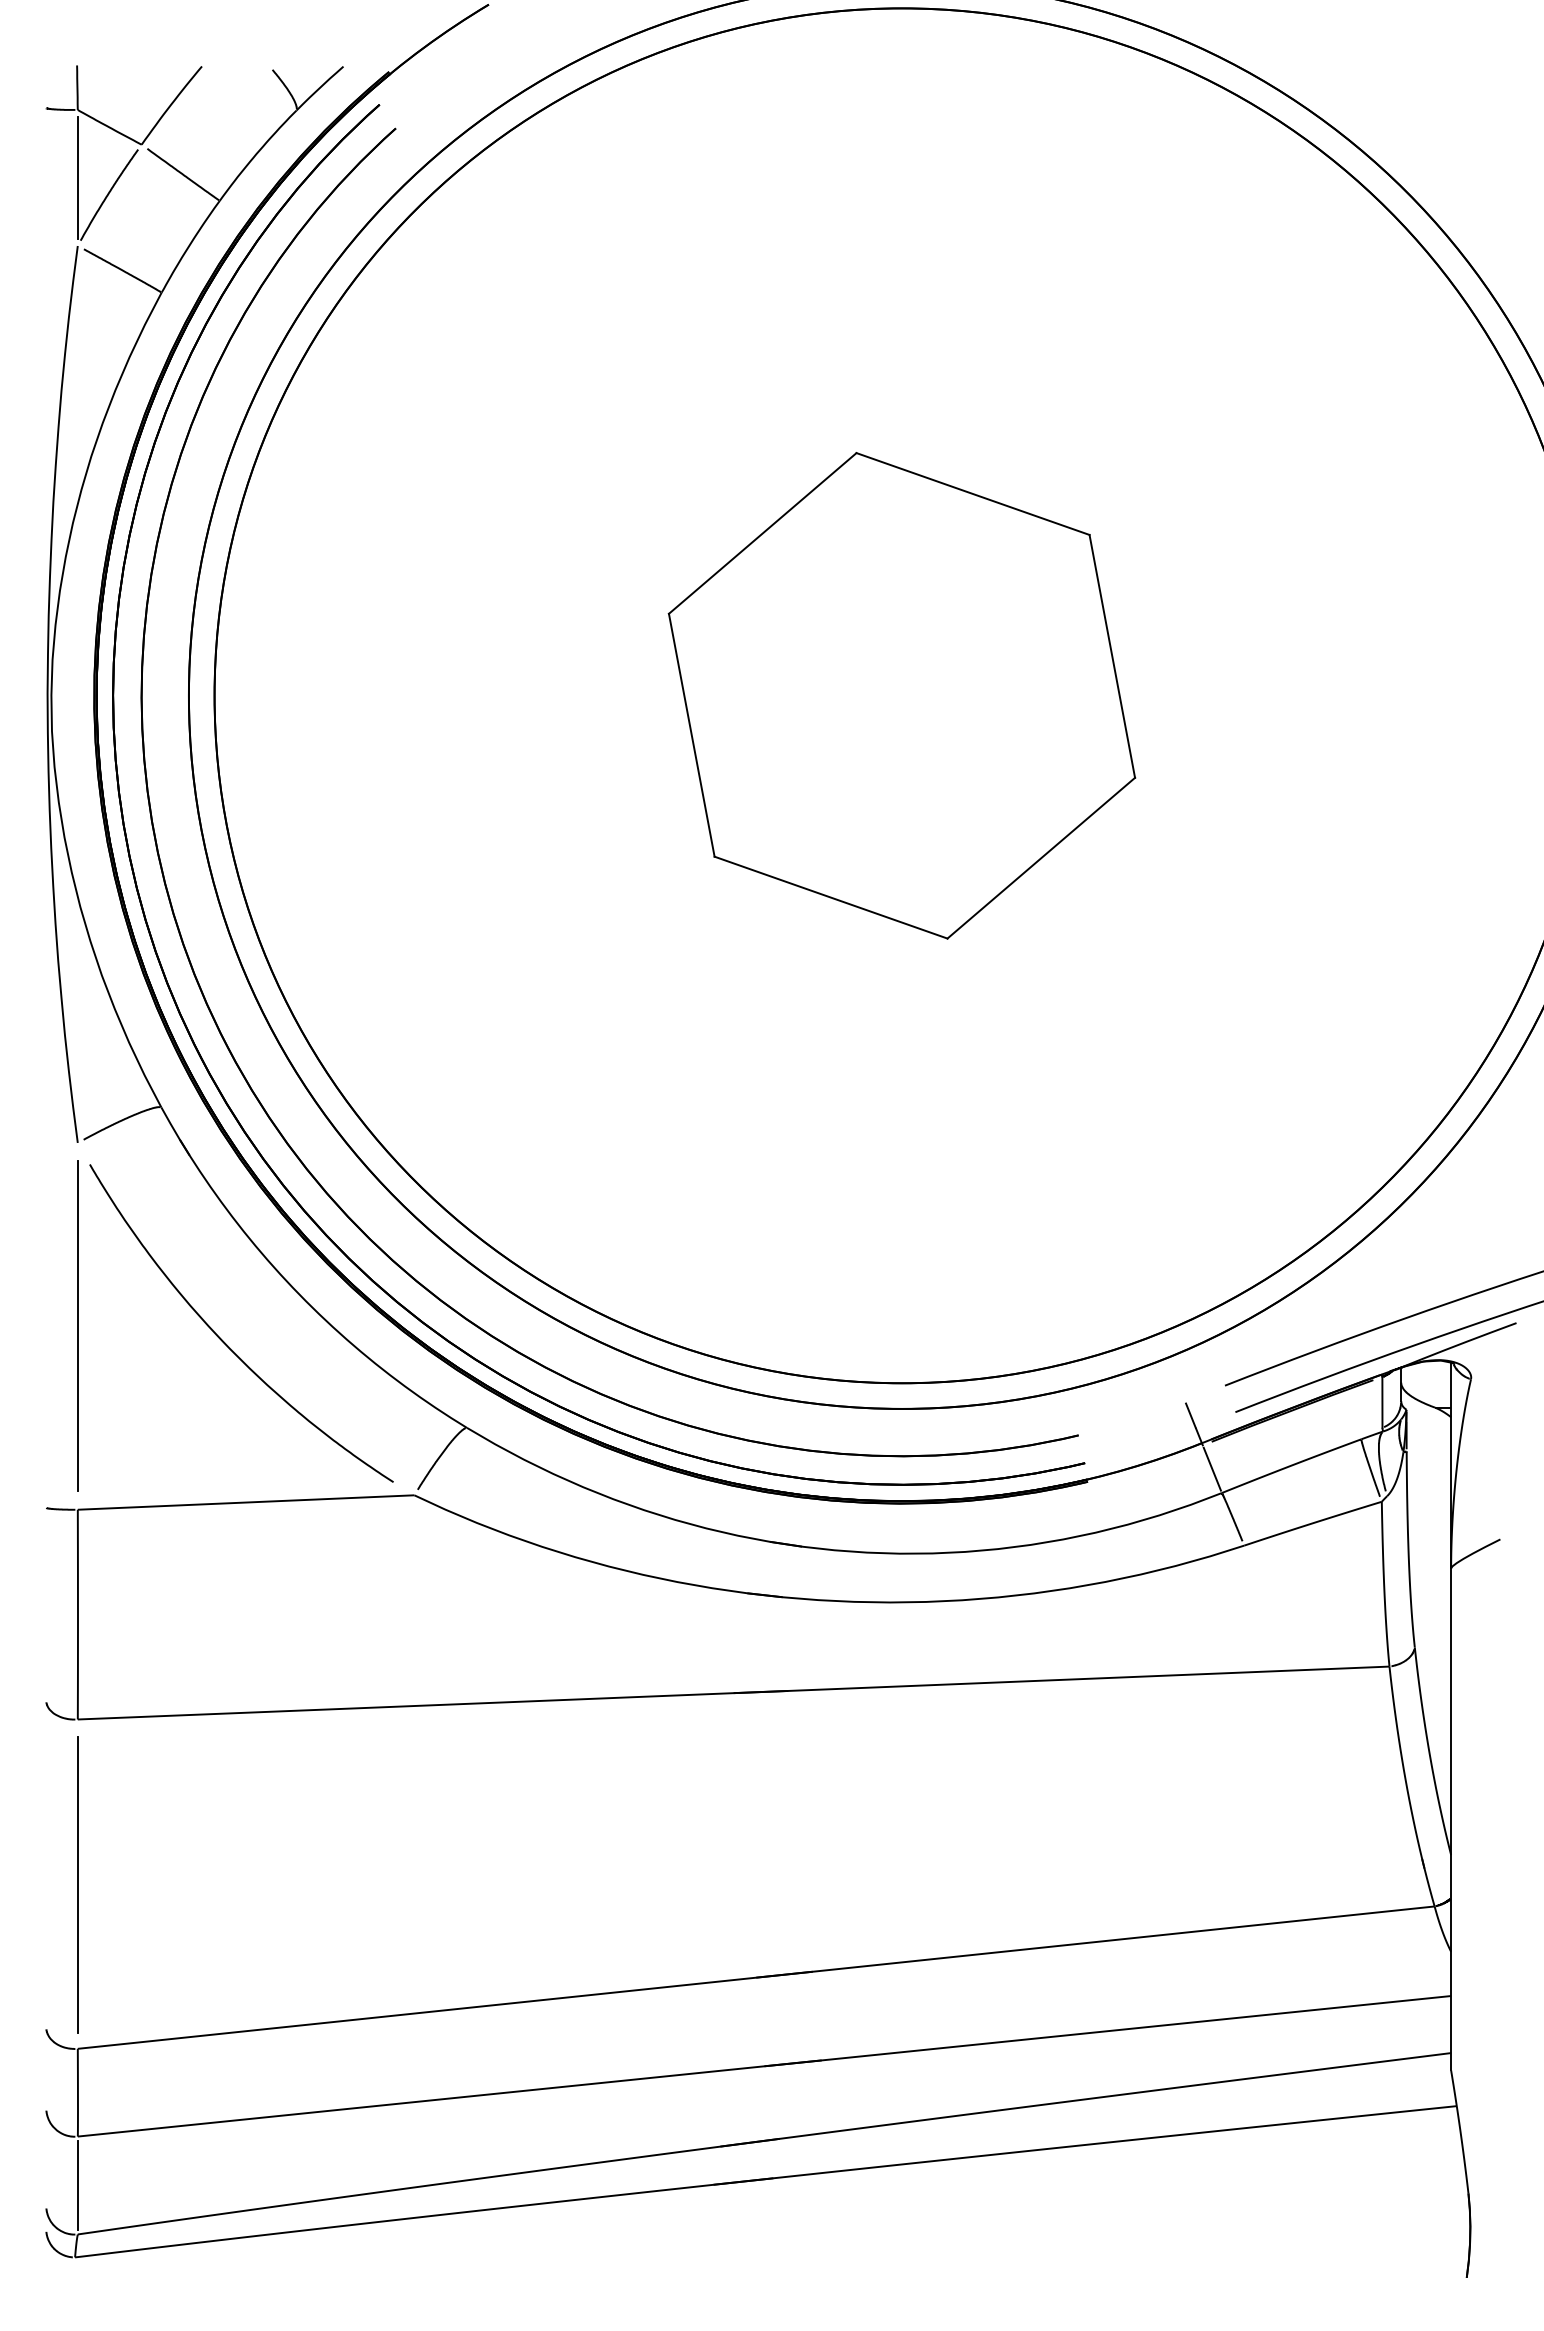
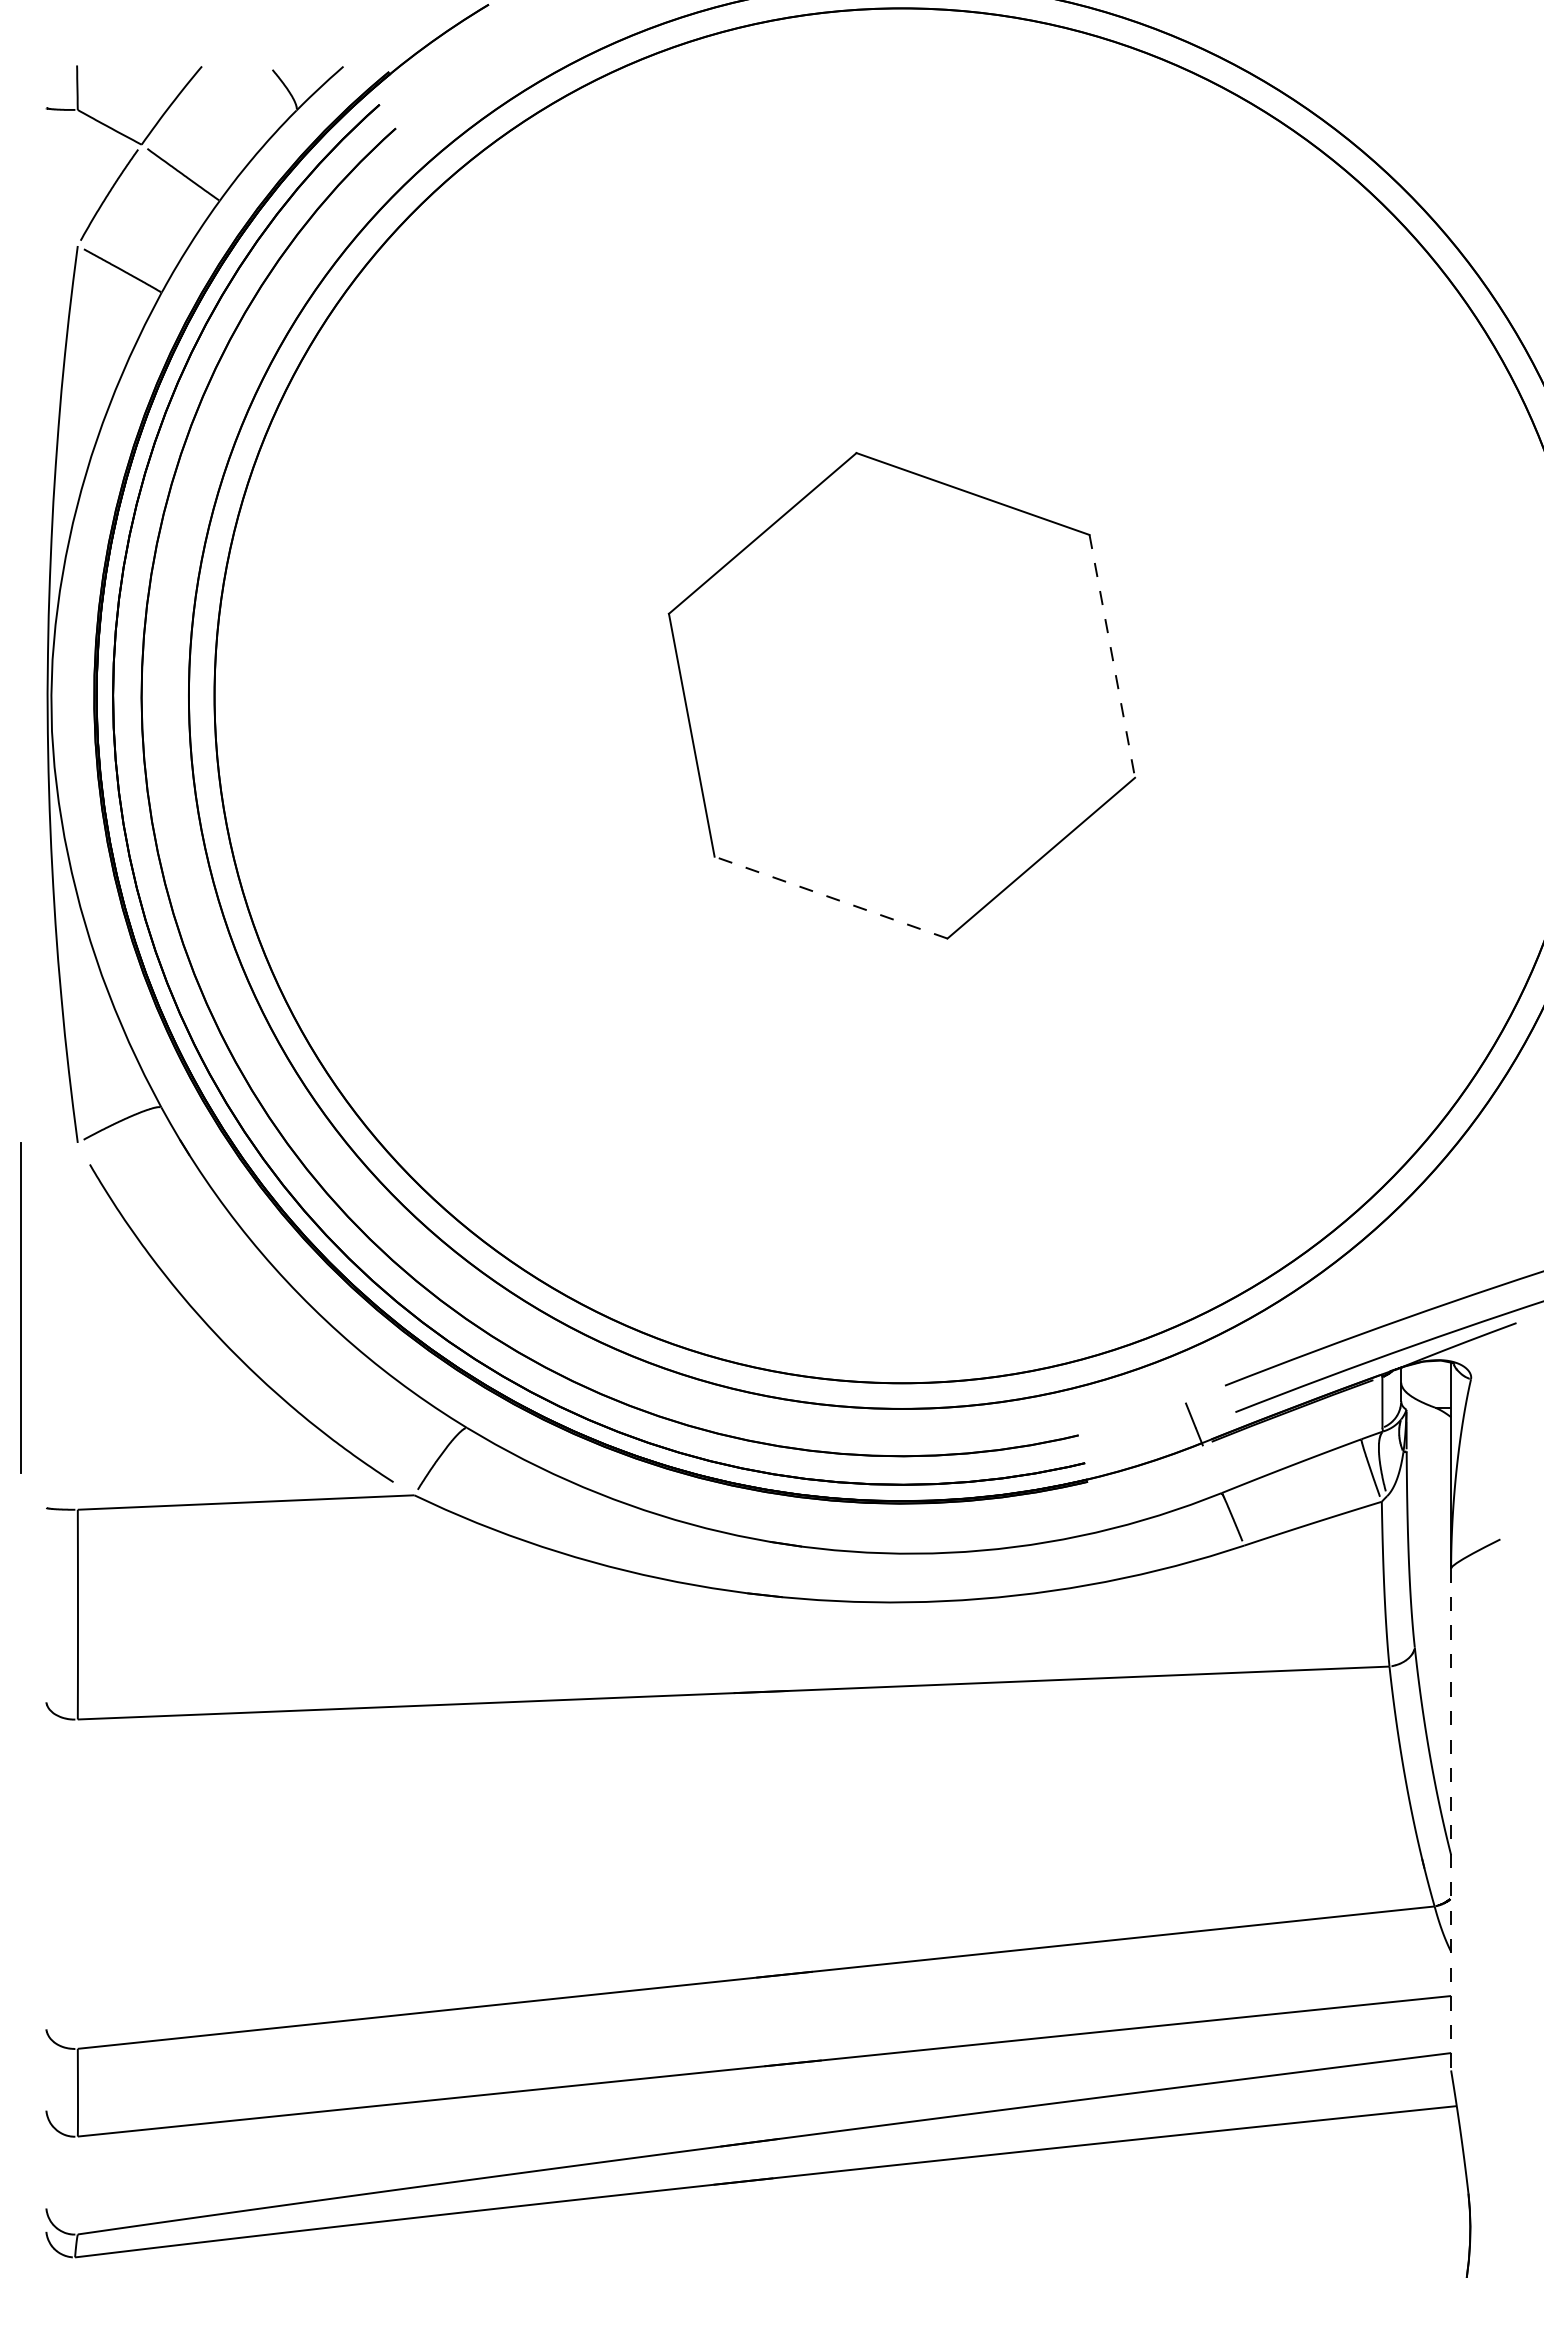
line at (77, 177): present -> none
line at (1112, 656): solid -> dashed
line at (830, 897): solid -> dashed
line at (77, 1325) position: (77, 1325) -> (20, 1307)
line at (1211, 1468): present -> none
line at (1451, 1819): solid -> dashed
line at (77, 1884): present -> none
line at (77, 2185): present -> none
